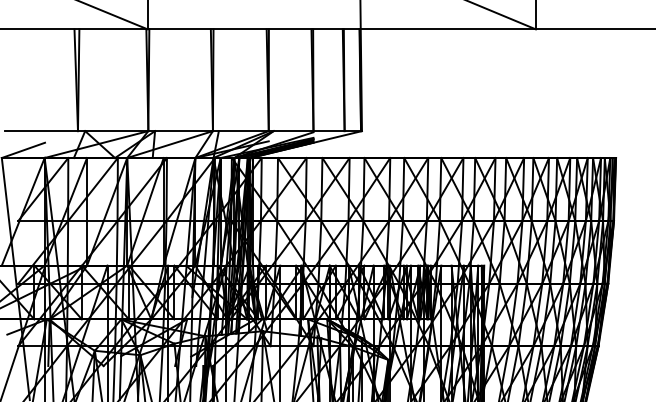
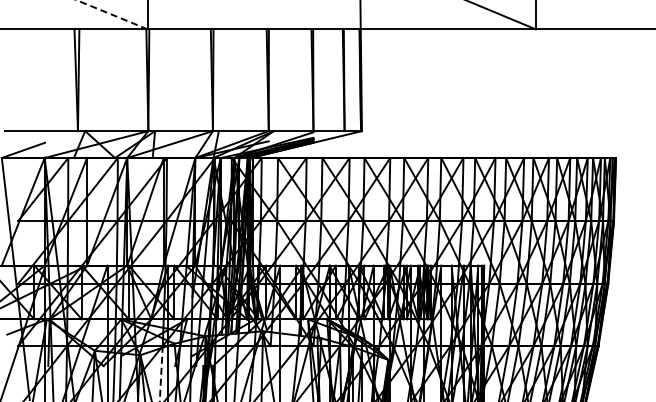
line at (111, 14): solid -> dashed
line at (161, 373): solid -> dashed
